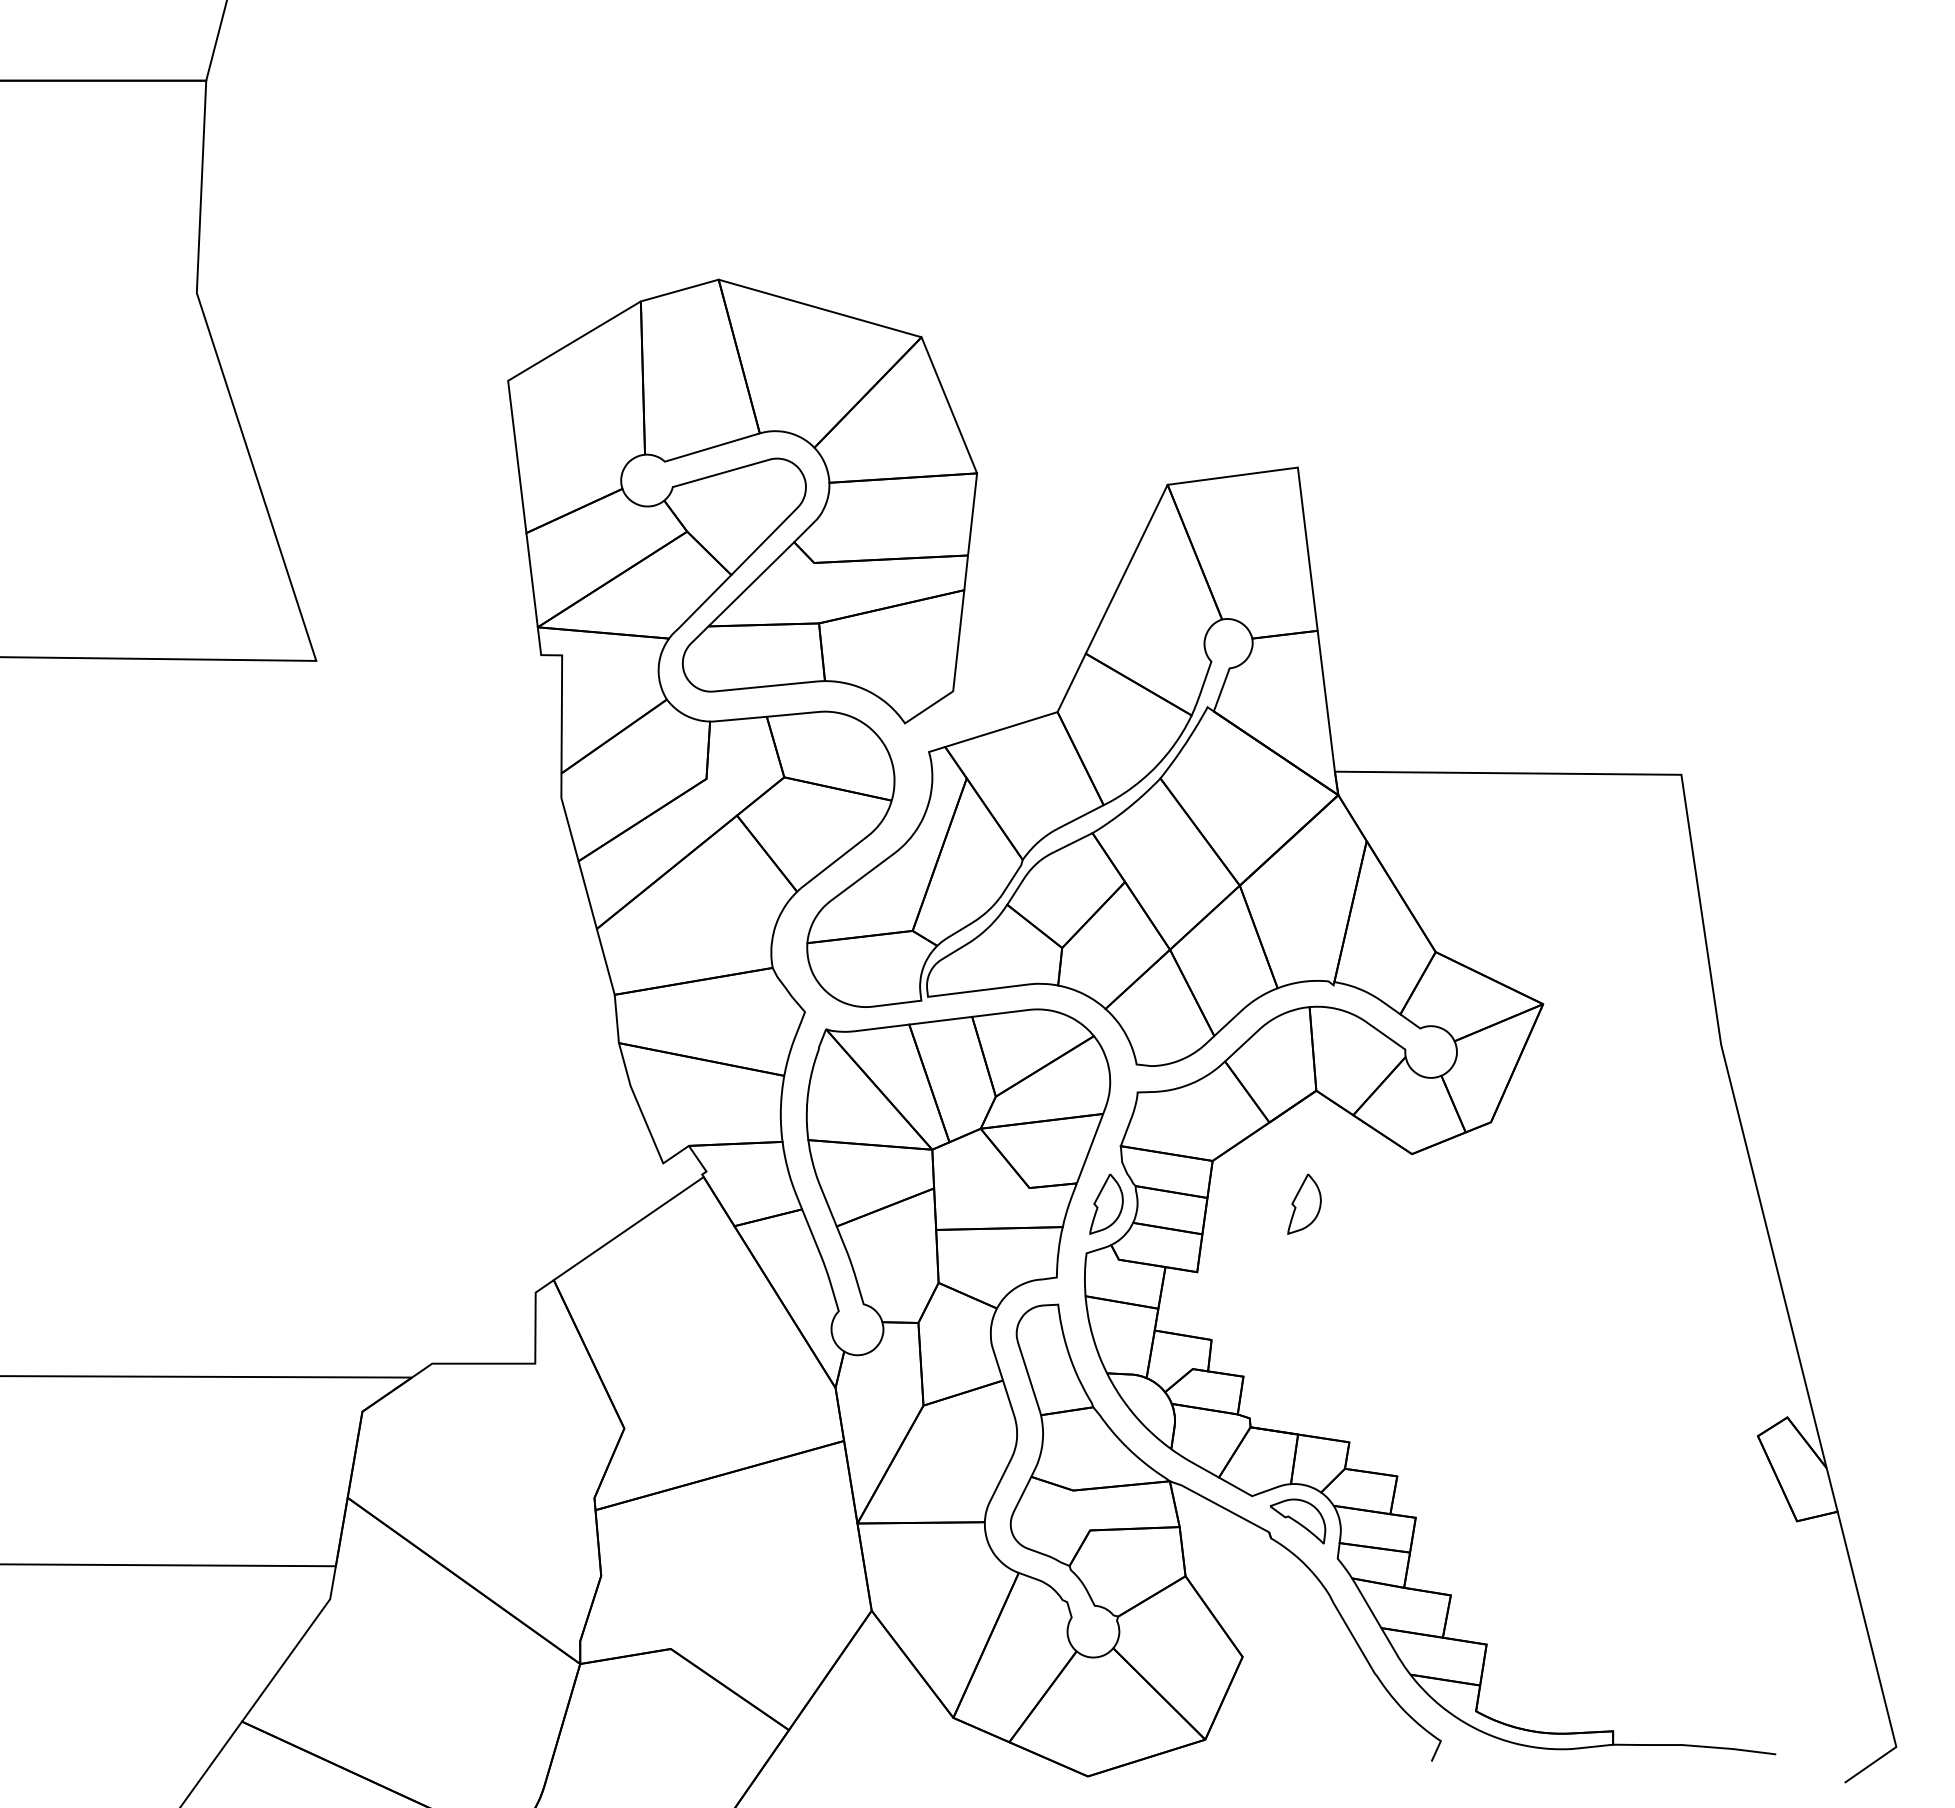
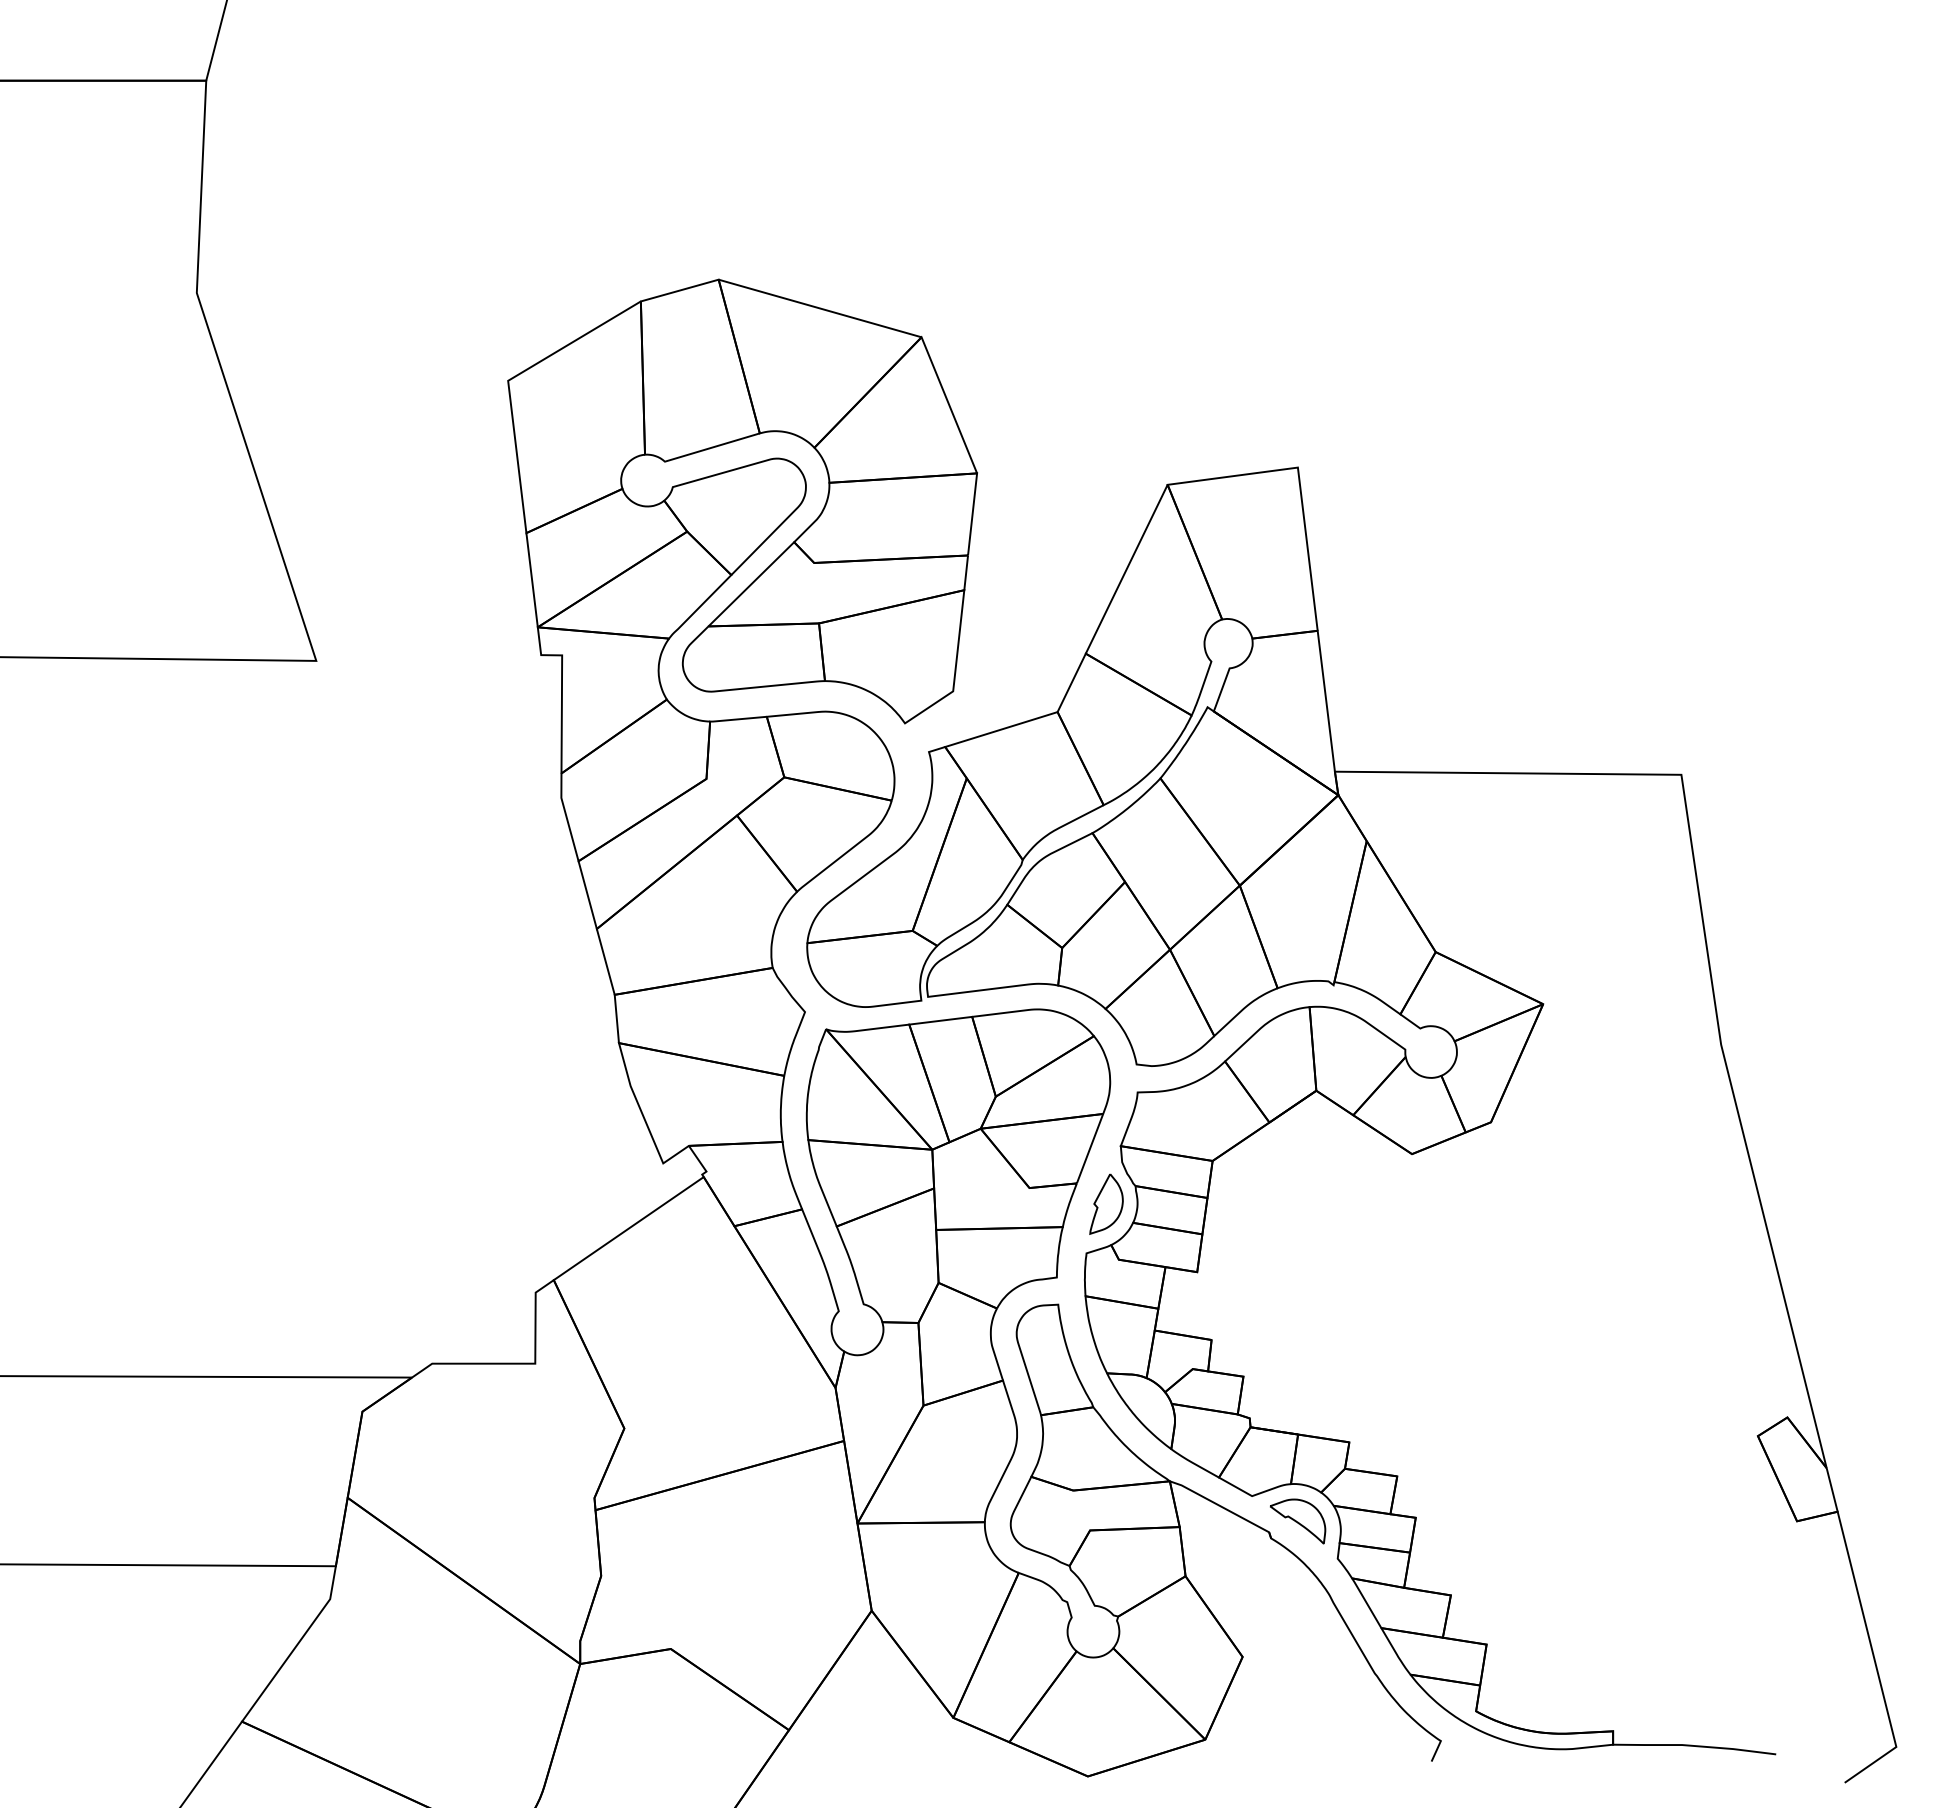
part at (1304, 1203): present -> none
